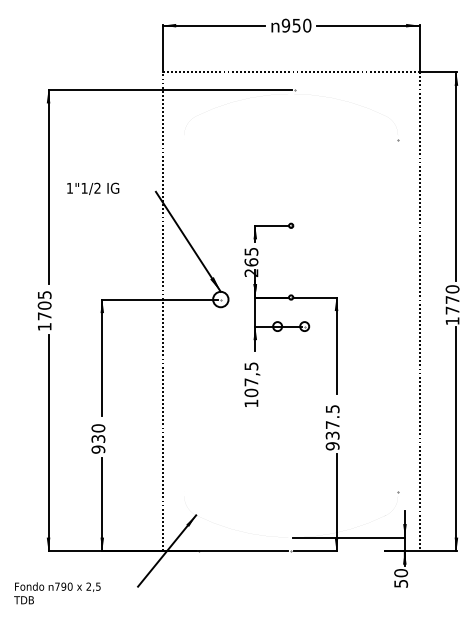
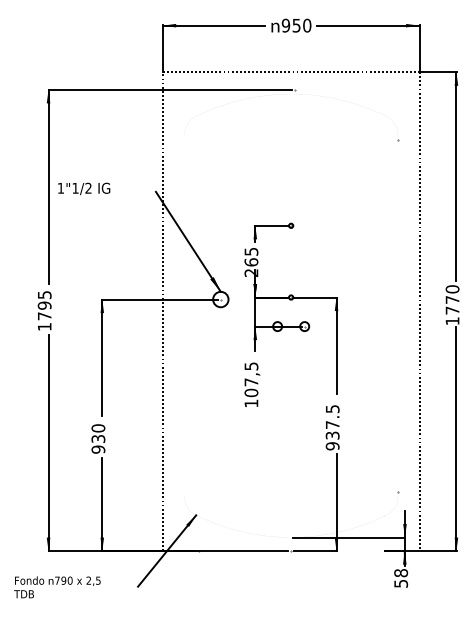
text at (93, 188) position: (93, 188) -> (84, 188)
text at (44, 305): 1705 -> 1795
text at (400, 573): 50 -> 58
text at (57, 593) position: (57, 593) -> (57, 587)
